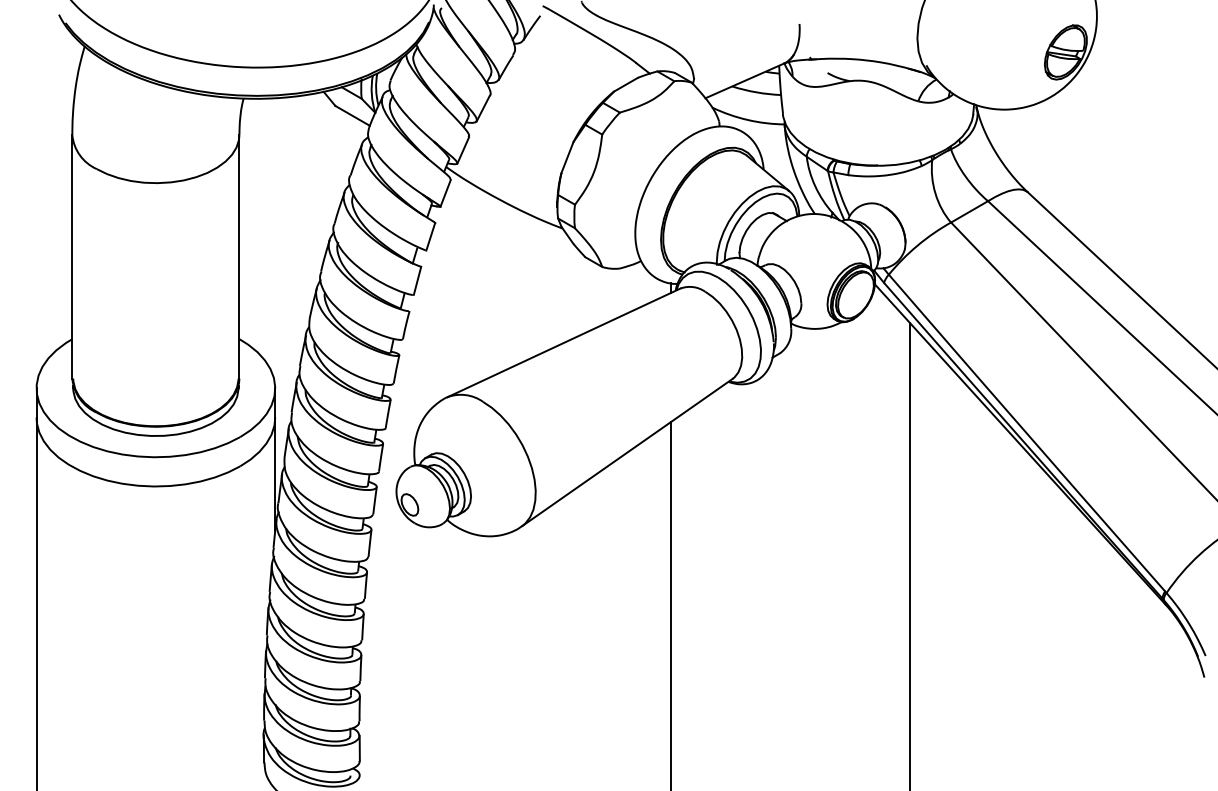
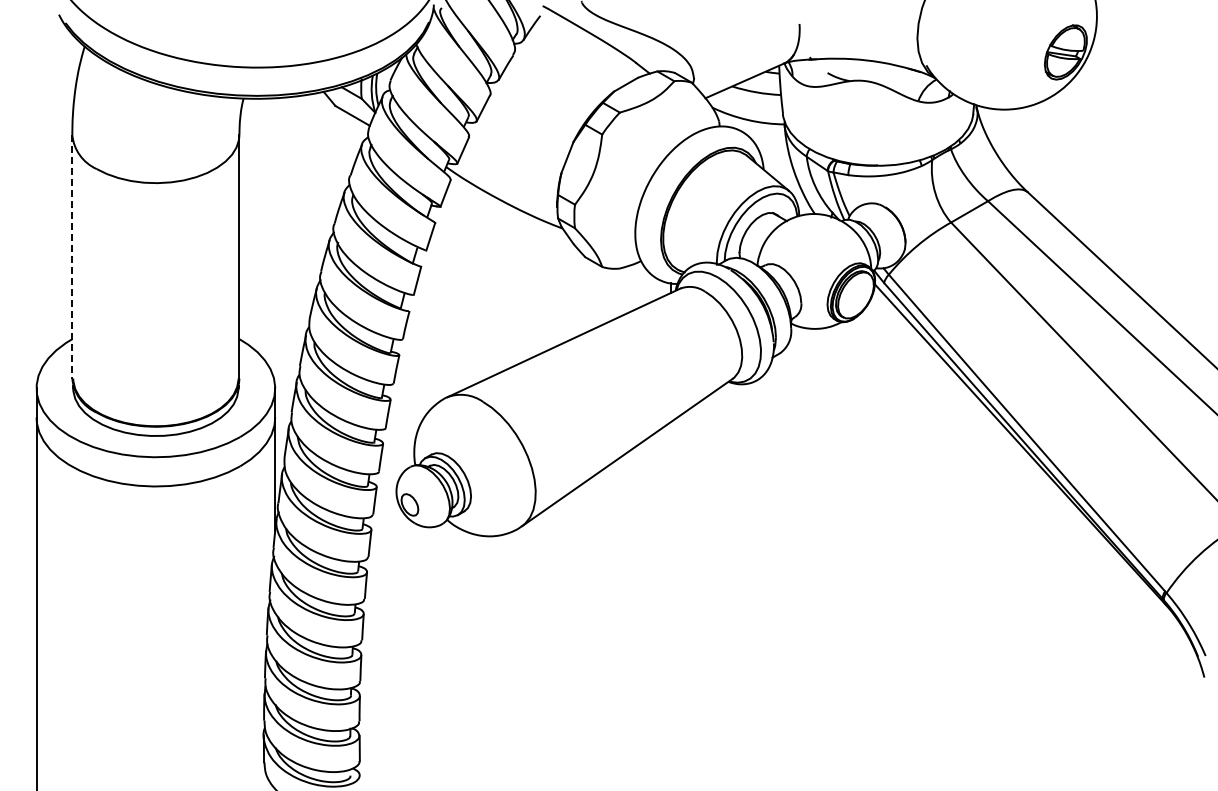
line at (72, 256): solid -> dashed
line at (909, 554): present -> none
line at (671, 604): present -> none
